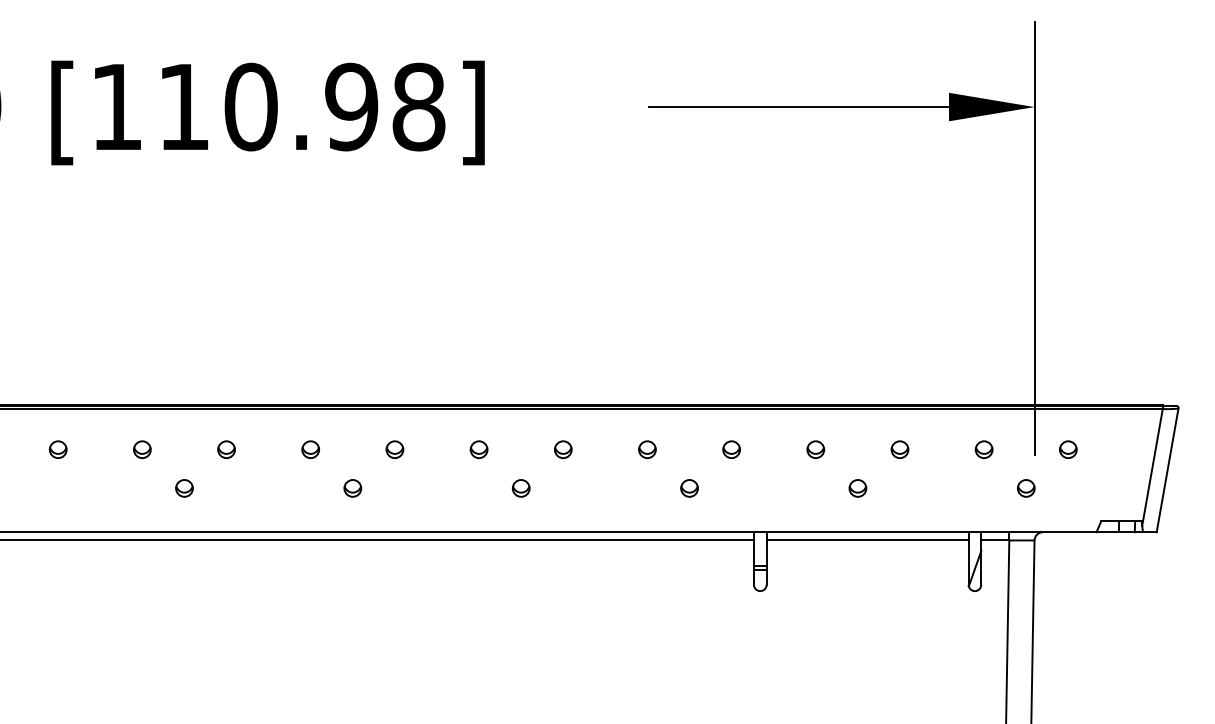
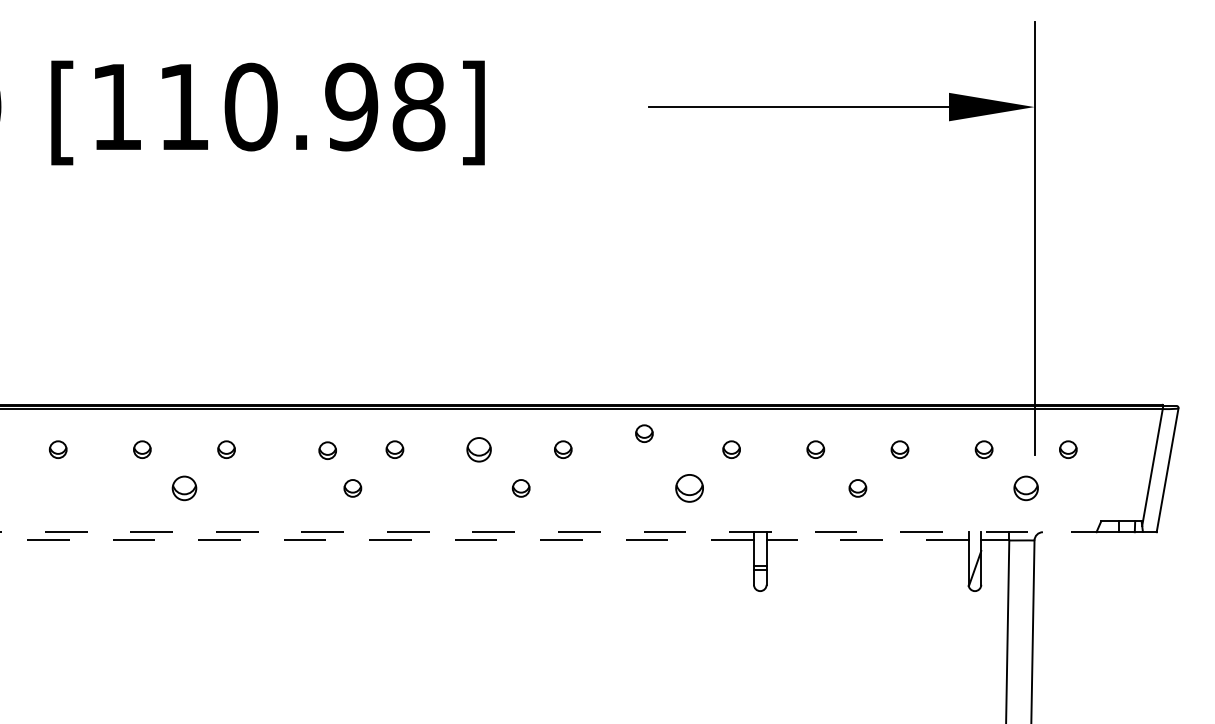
part at (310, 449) position: (310, 449) -> (327, 450)
part at (478, 449) size: 20x19 px -> 26x26 px
part at (647, 449) position: (647, 449) -> (644, 433)
part at (184, 488) size: 19x19 px -> 27x27 px
part at (689, 488) size: 19x19 px -> 29x29 px
part at (1026, 488) size: 19x19 px -> 26x27 px
line at (548, 532): solid -> dashed
line at (377, 540): solid -> dashed
line at (867, 540): solid -> dashed
